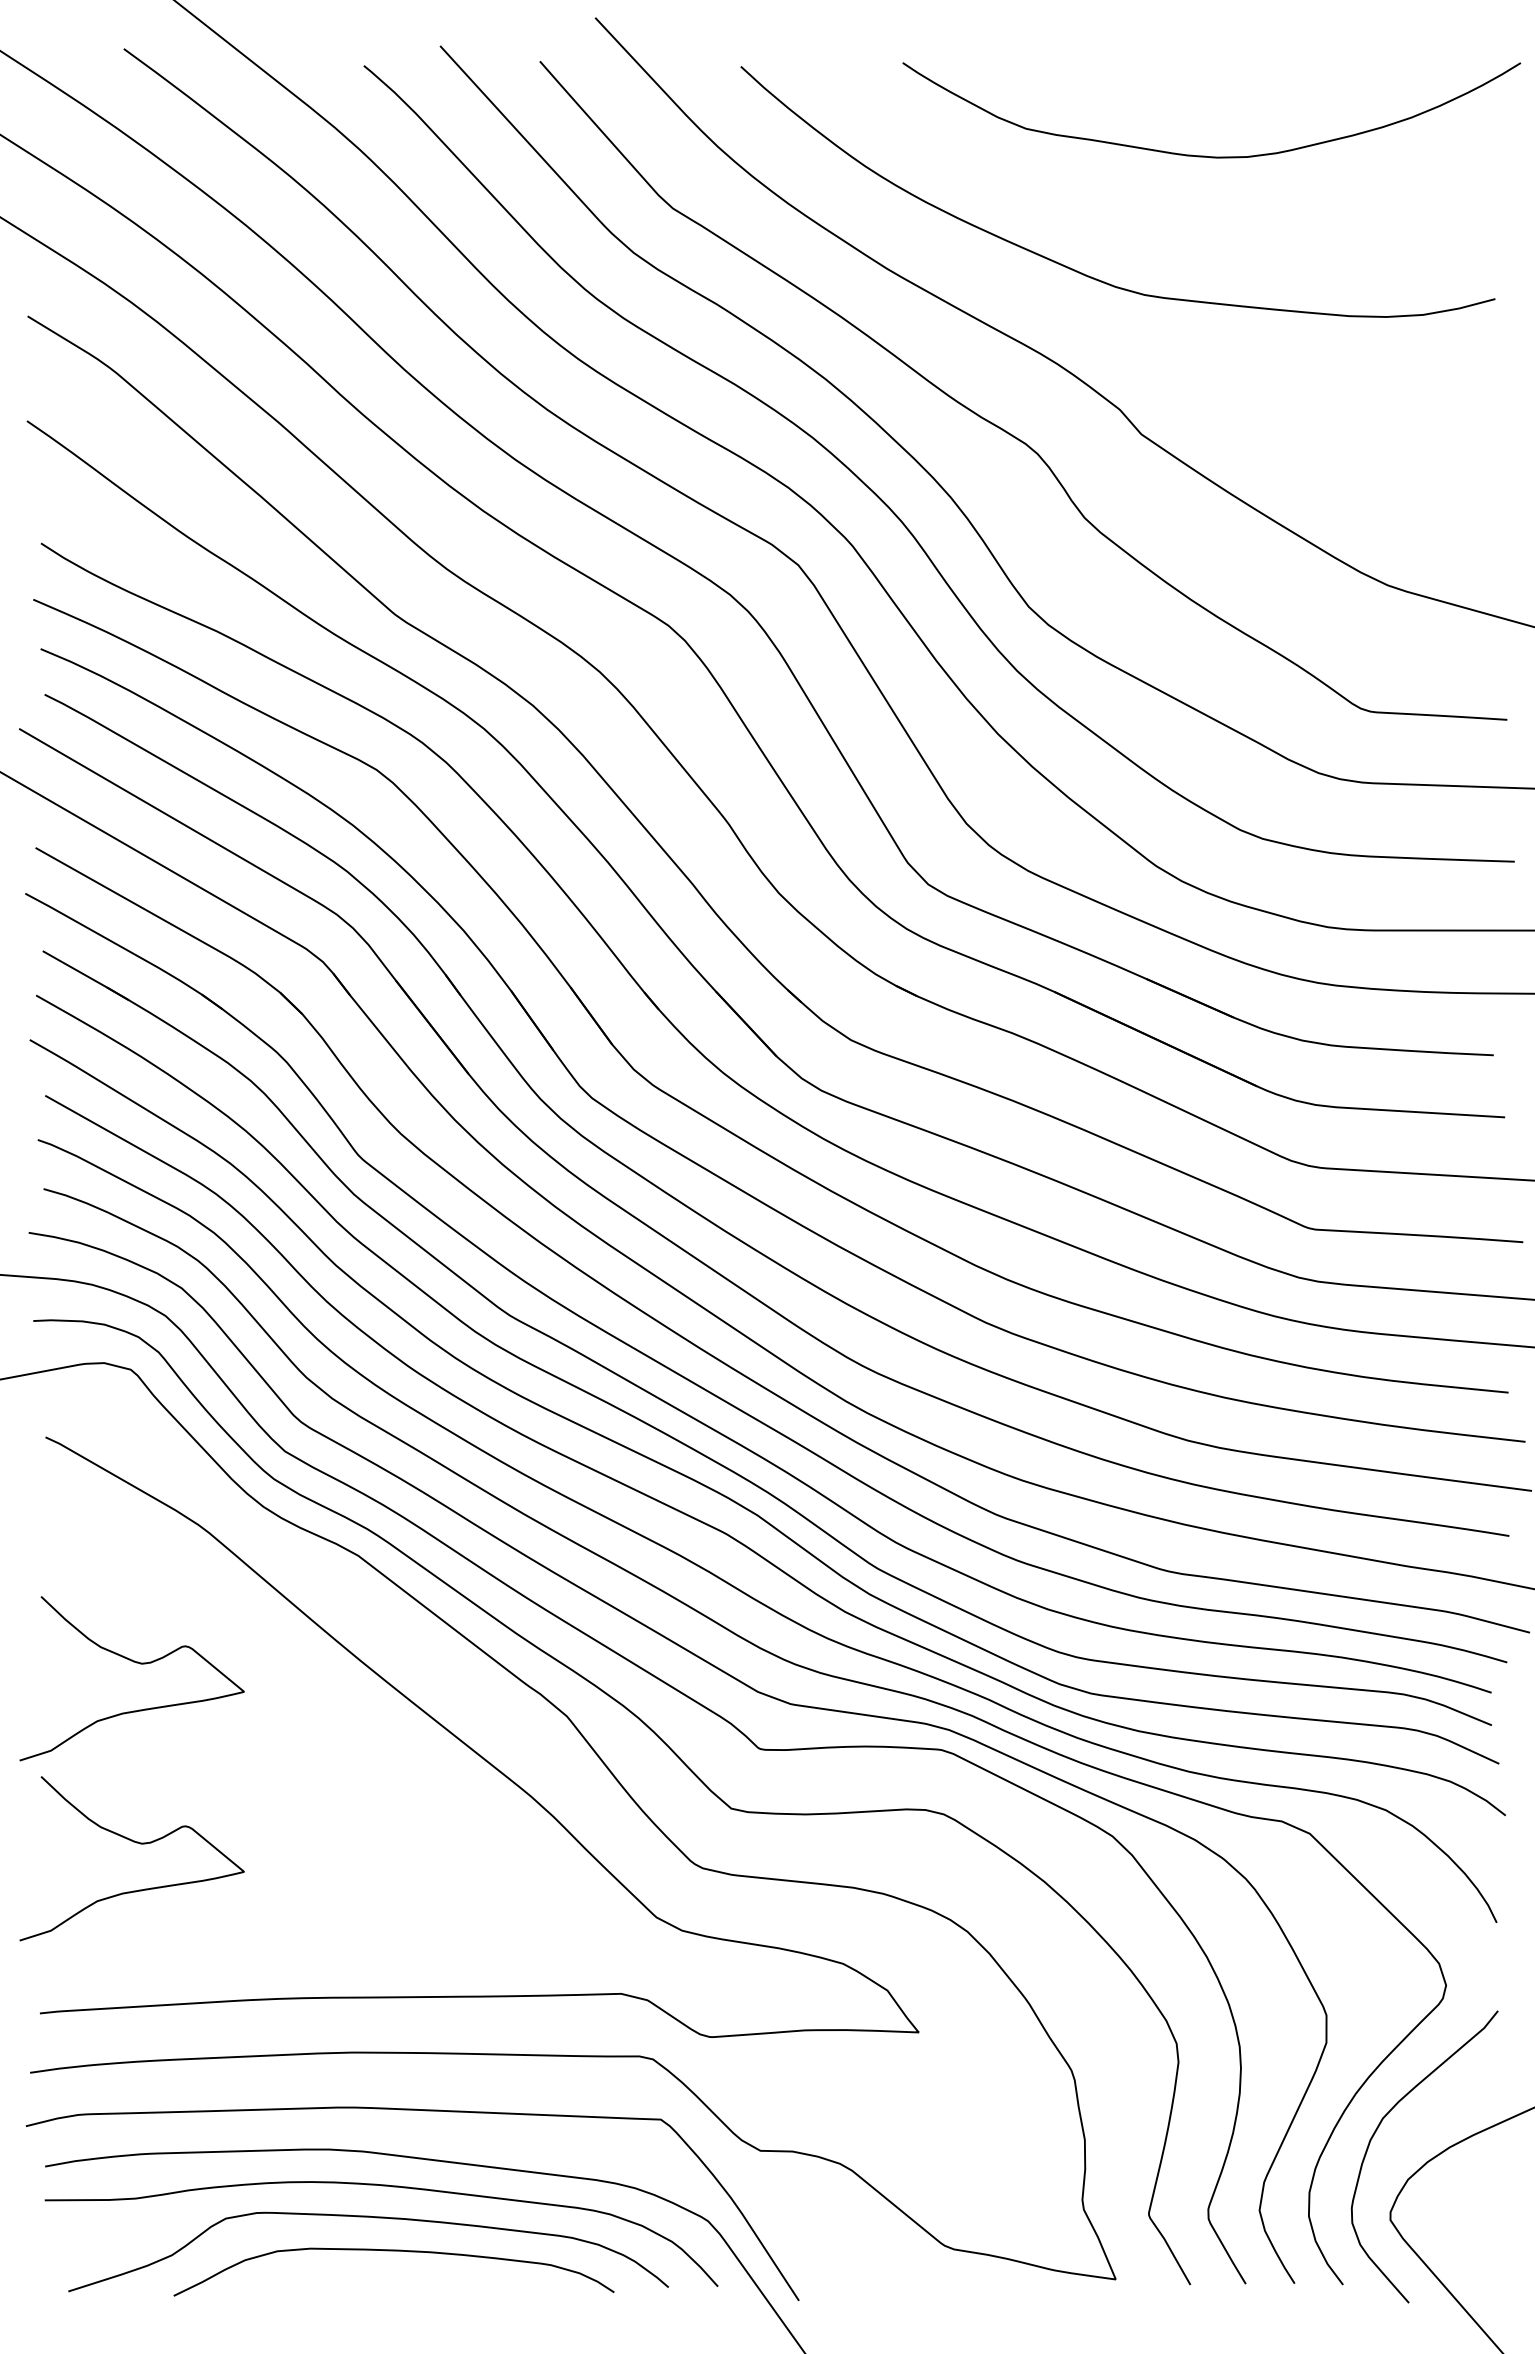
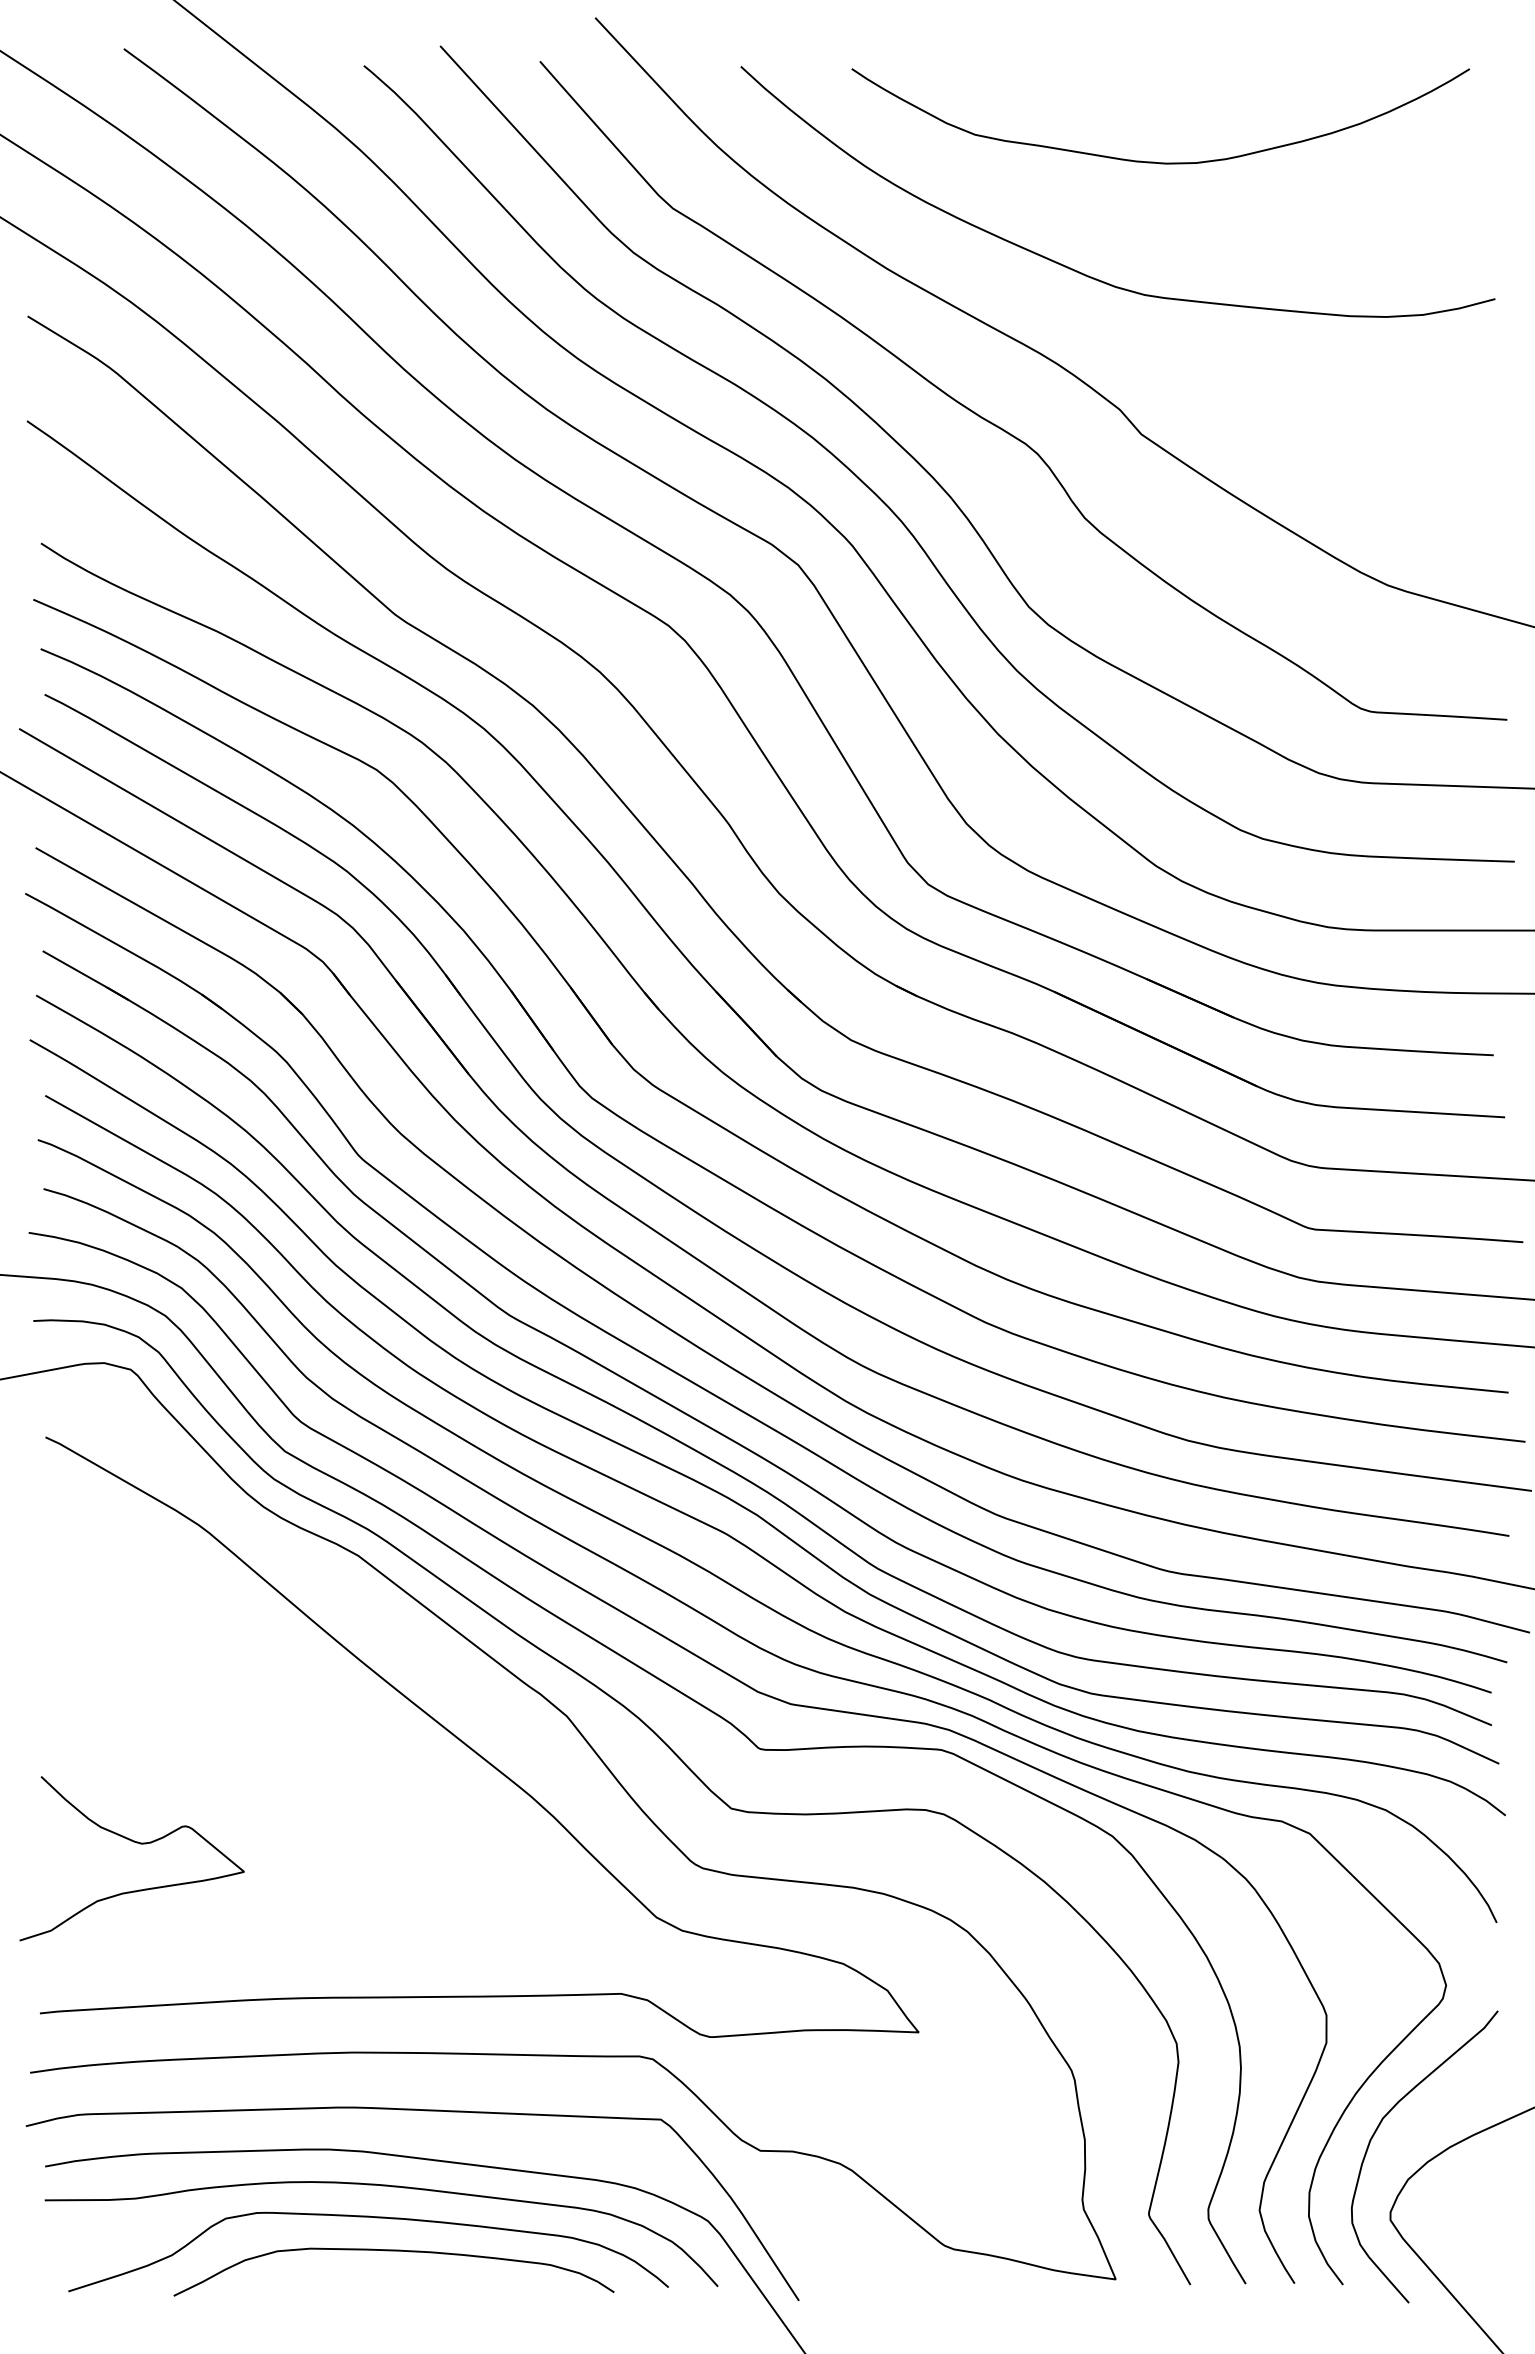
curve at (1205, 155) position: (1205, 155) -> (1154, 161)
curve at (136, 1663): present -> none
